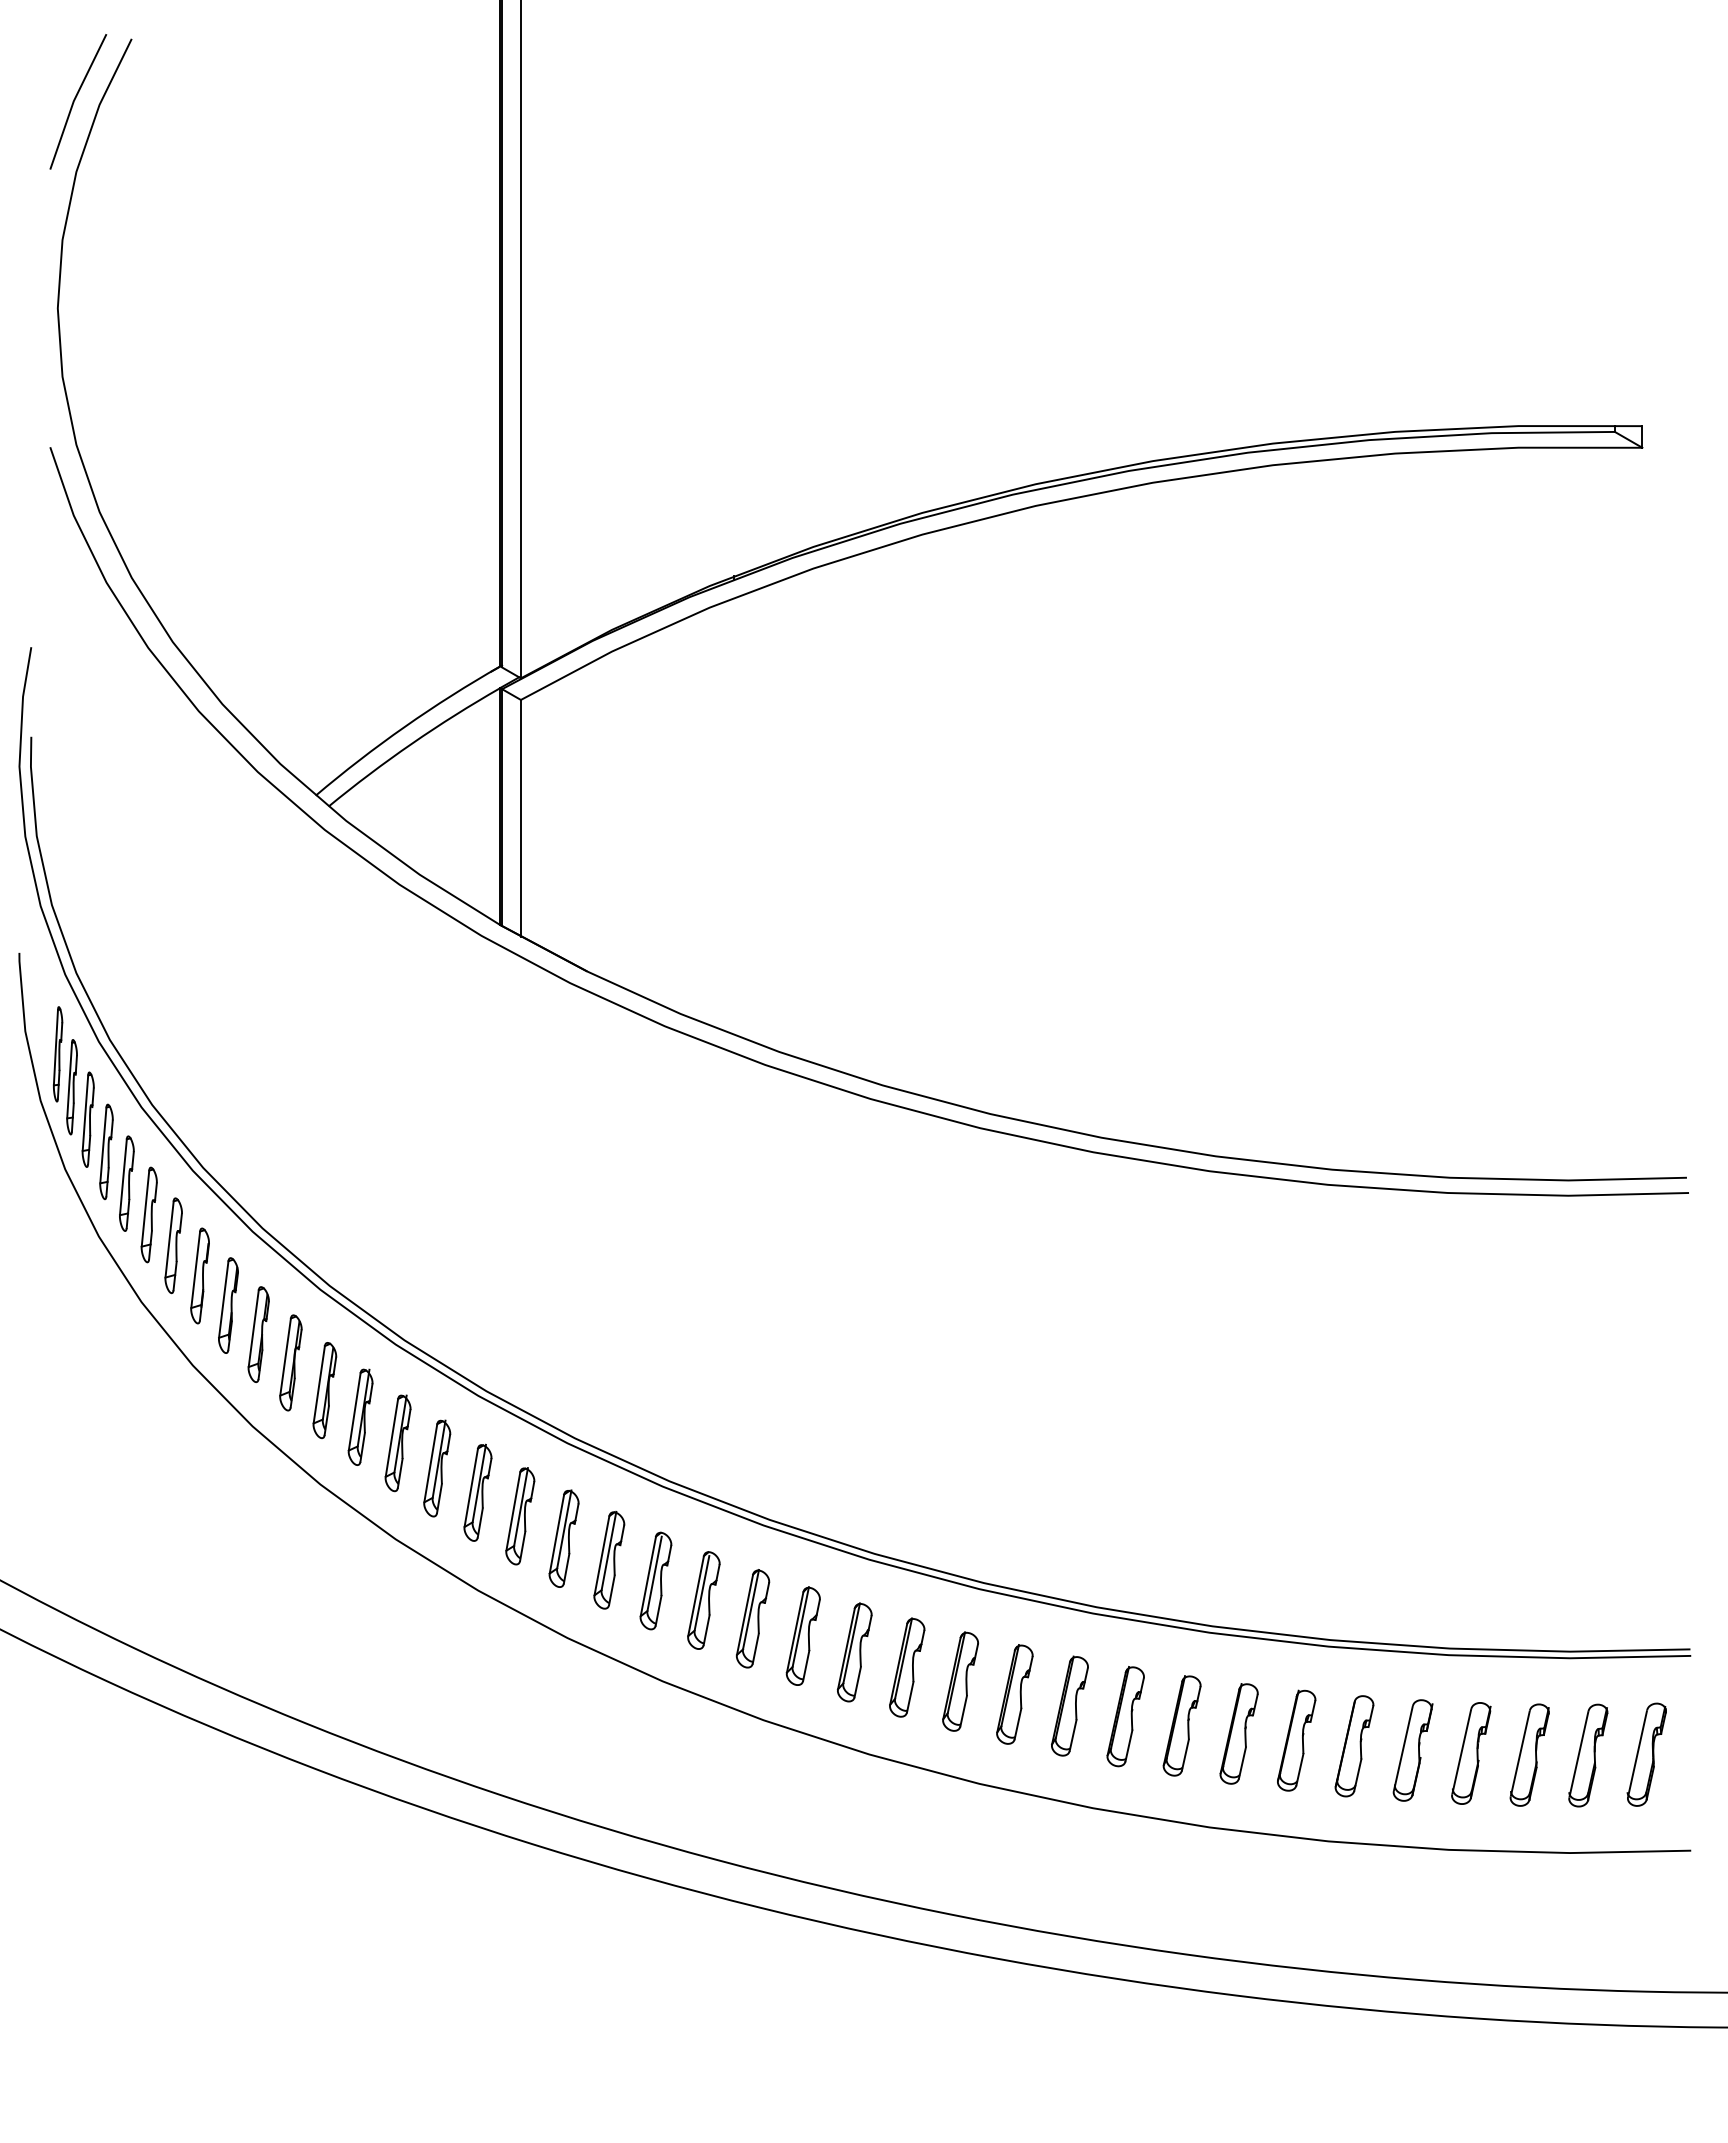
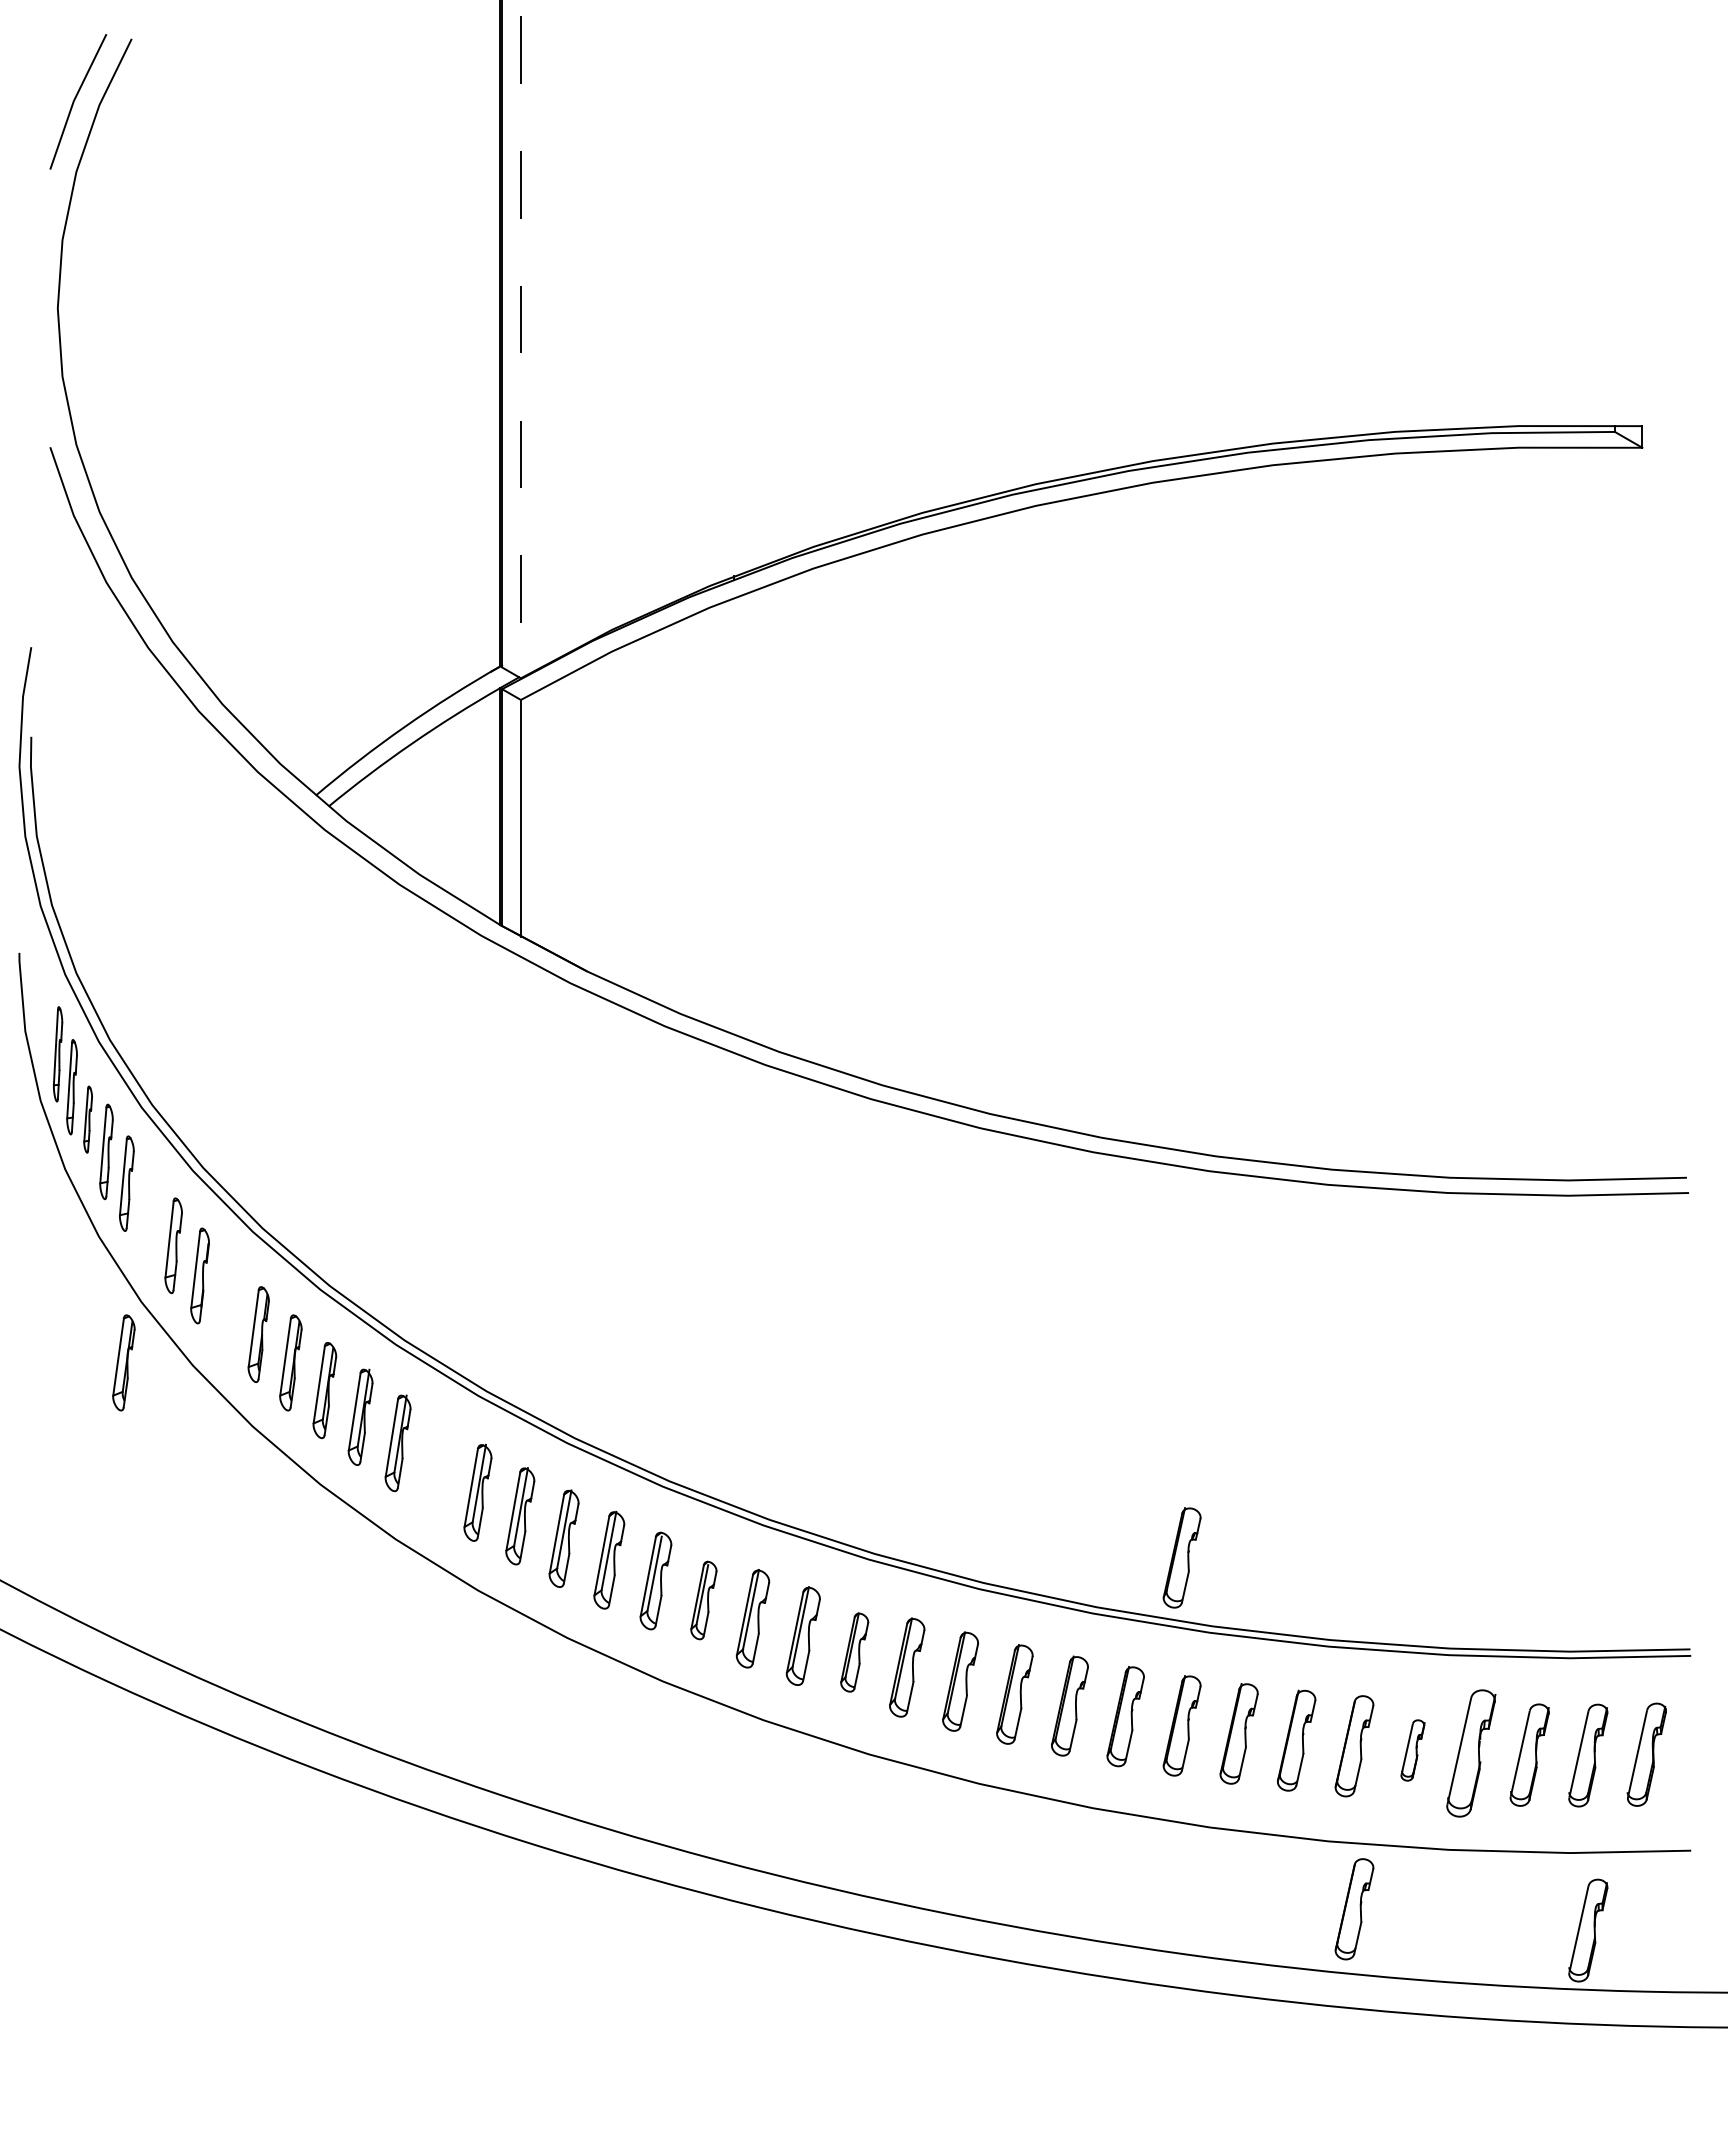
line at (520, 339): solid -> dashed
part at (87, 1119) size: 14x97 px -> 10x69 px
part at (148, 1214): present -> none
part at (228, 1305): present -> none
part at (123, 1362): none -> present
part at (437, 1468): present -> none
part at (1181, 1557): none -> present
part at (703, 1600) size: 34x99 px -> 28x81 px
part at (854, 1652) size: 37x101 px -> 30x81 px
part at (1412, 1750) size: 42x103 px -> 26x63 px
part at (1471, 1753) size: 41x103 px -> 51x129 px
part at (1354, 1909): none -> present
part at (1588, 1930): none -> present
